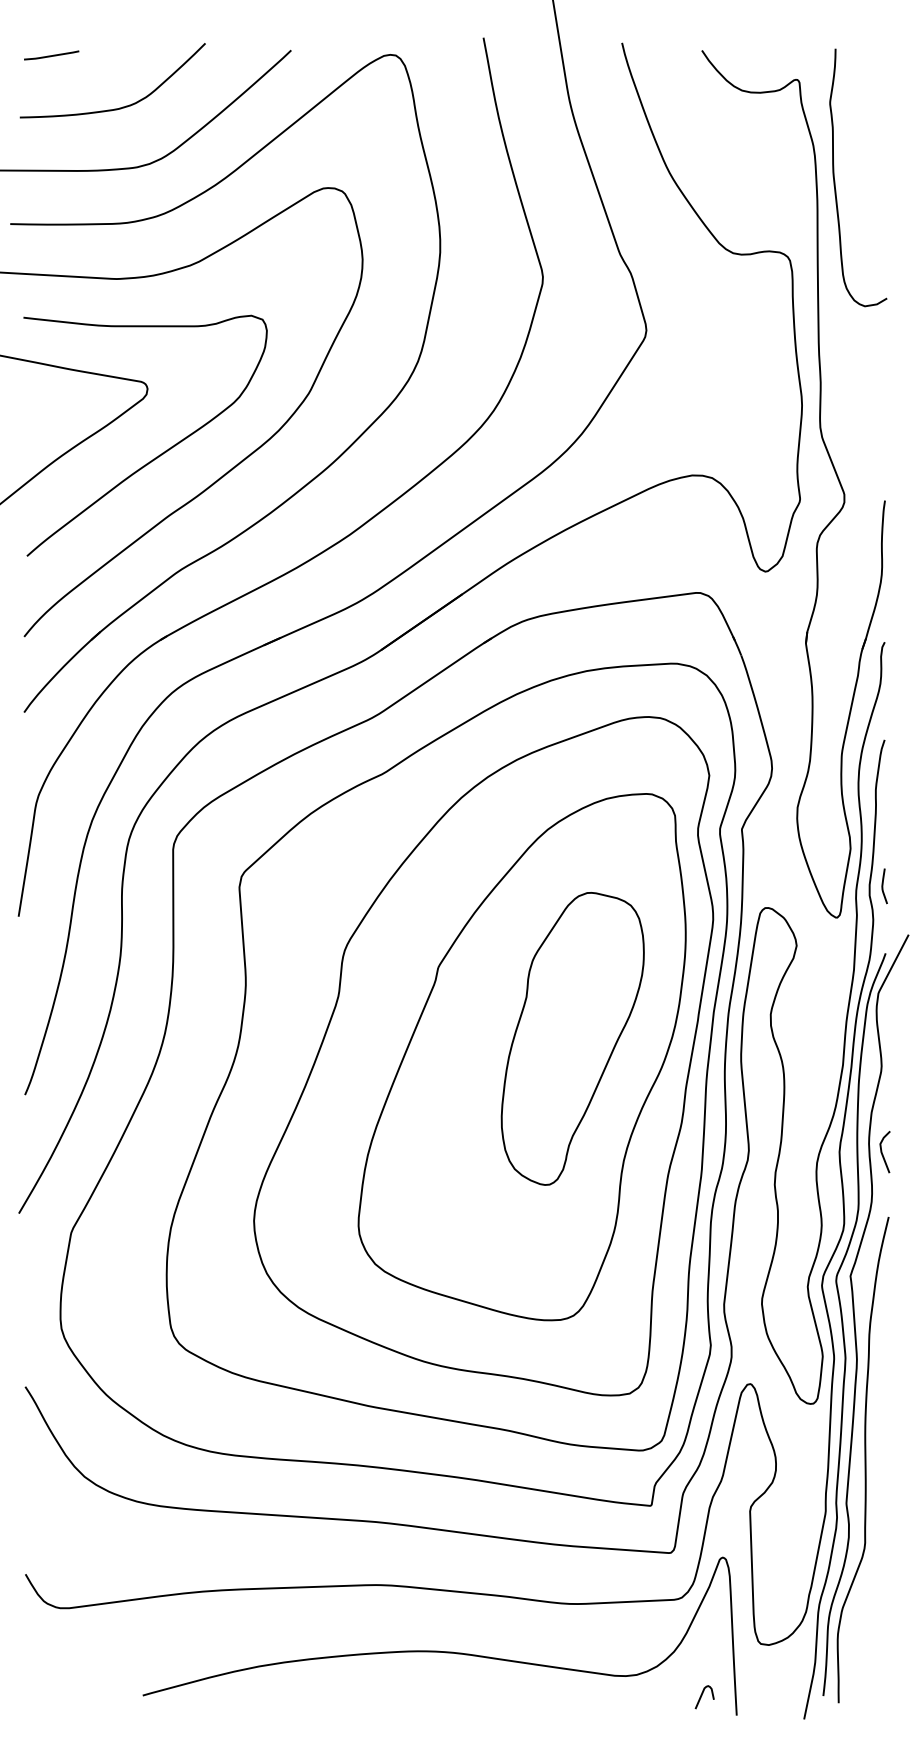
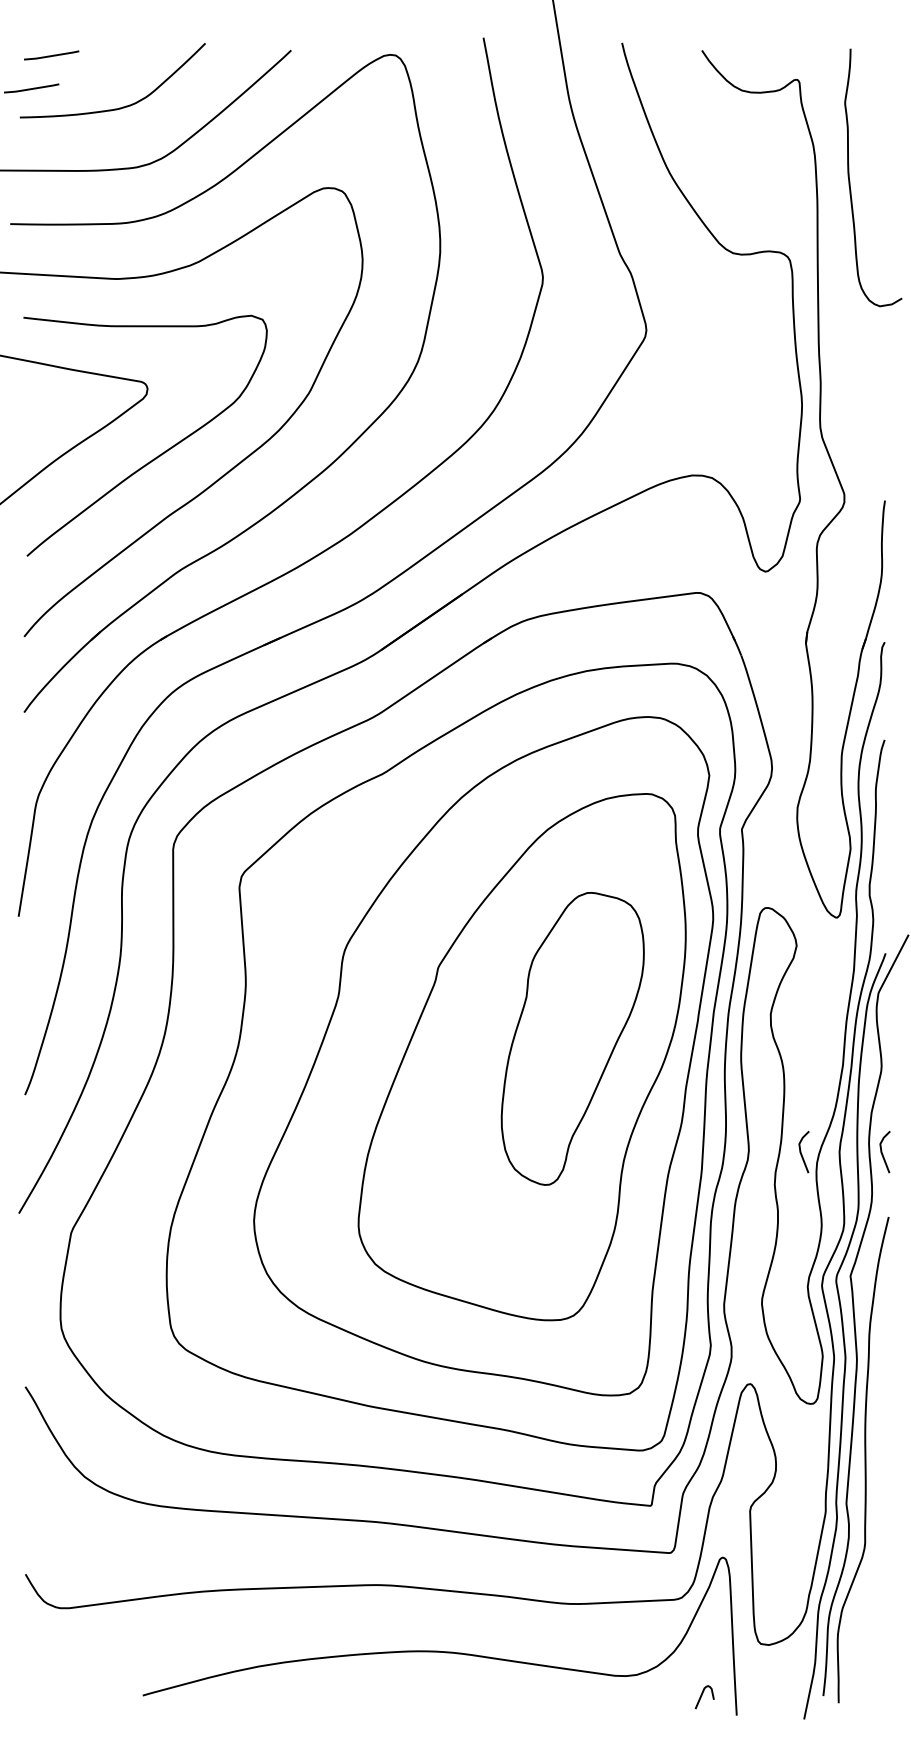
line at (31, 88): none -> present
curve at (835, 180) position: (835, 180) -> (850, 180)
curve at (883, 886): present -> none
curve at (801, 1152): none -> present
